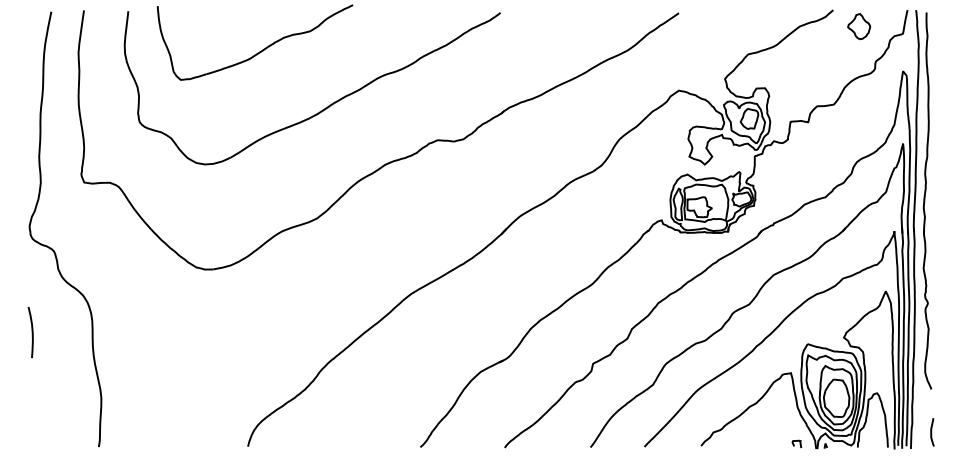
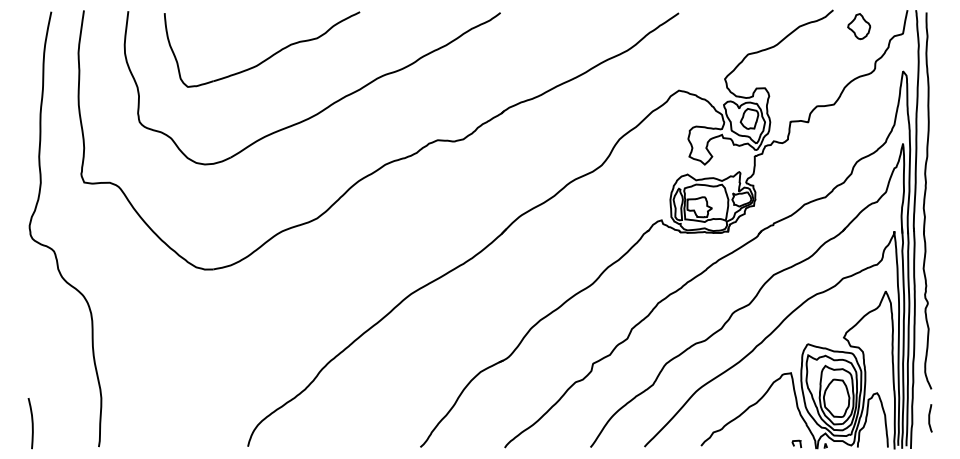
part at (260, 50) position: (260, 50) -> (267, 57)
curve at (31, 332) position: (31, 332) -> (31, 423)
curve at (932, 432) position: (932, 432) -> (930, 418)
